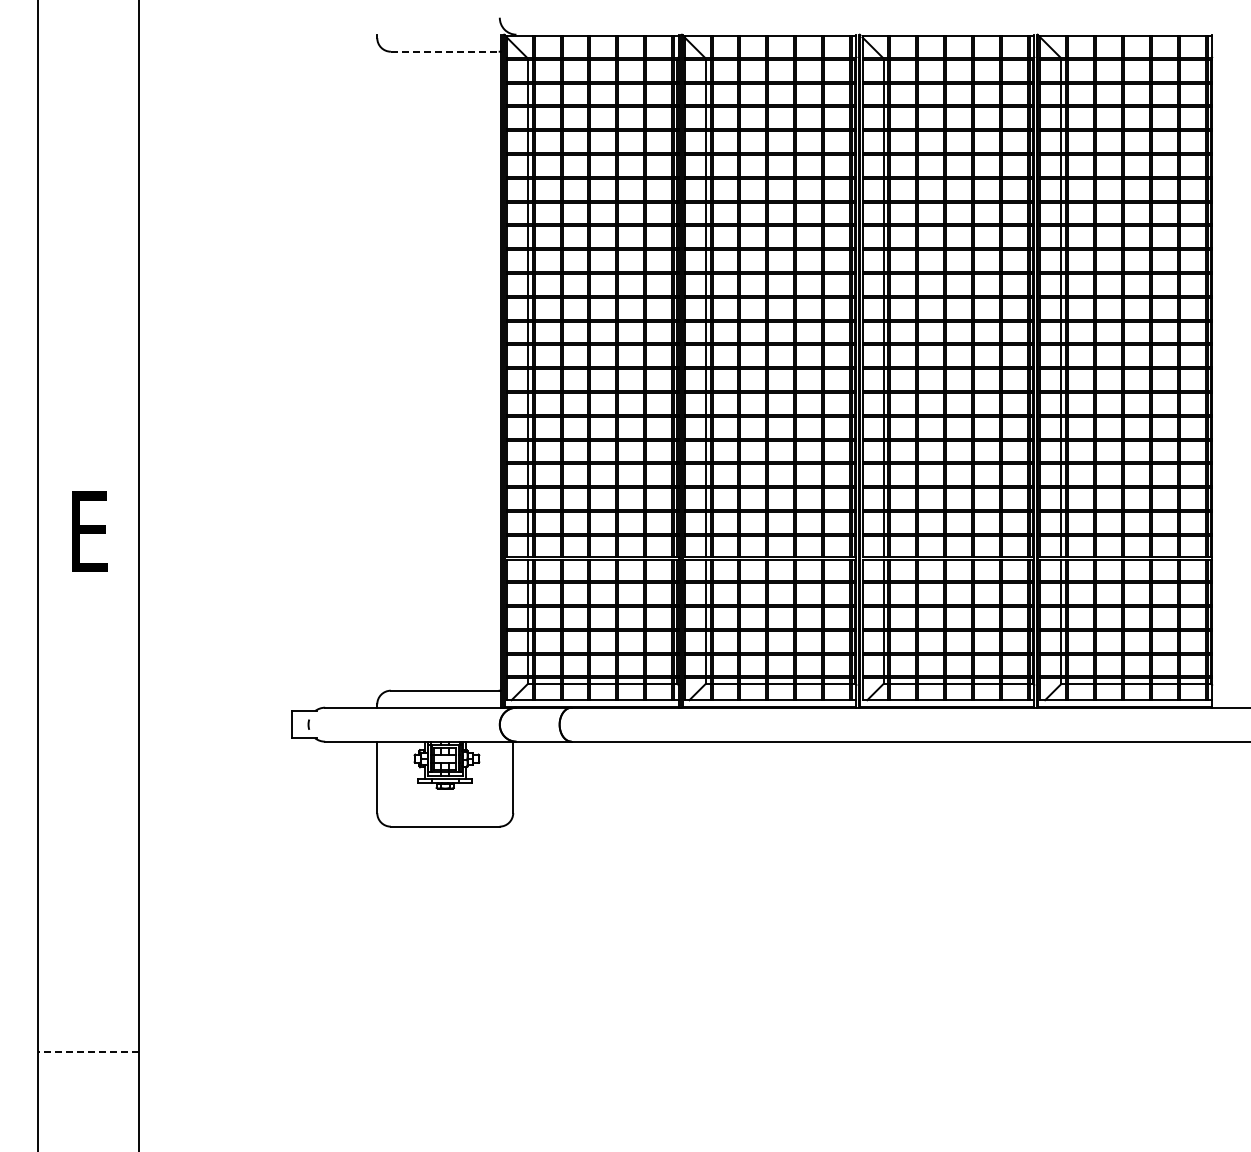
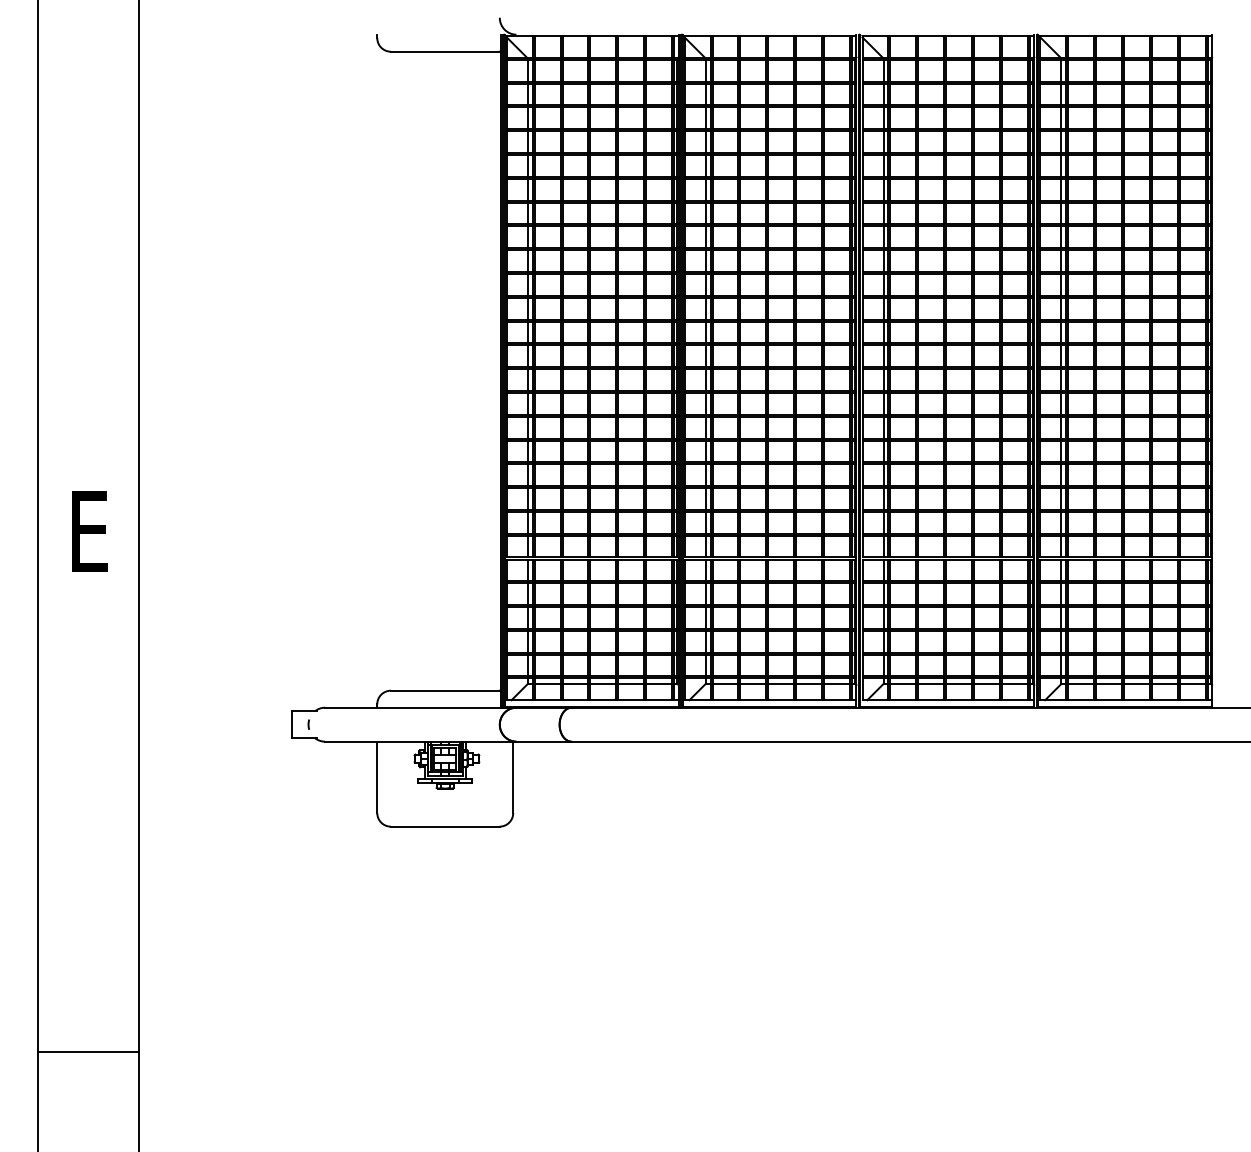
line at (445, 51): dashed -> solid
line at (88, 1051): dashed -> solid
